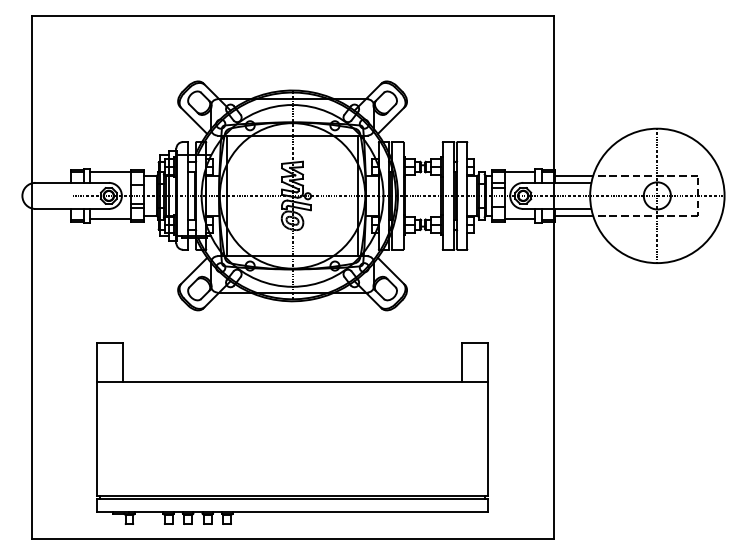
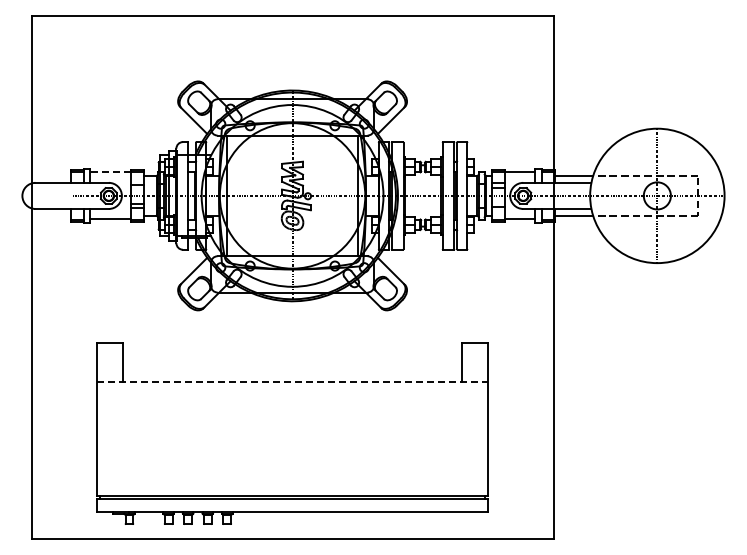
line at (110, 172): solid -> dashed
line at (292, 381): solid -> dashed
